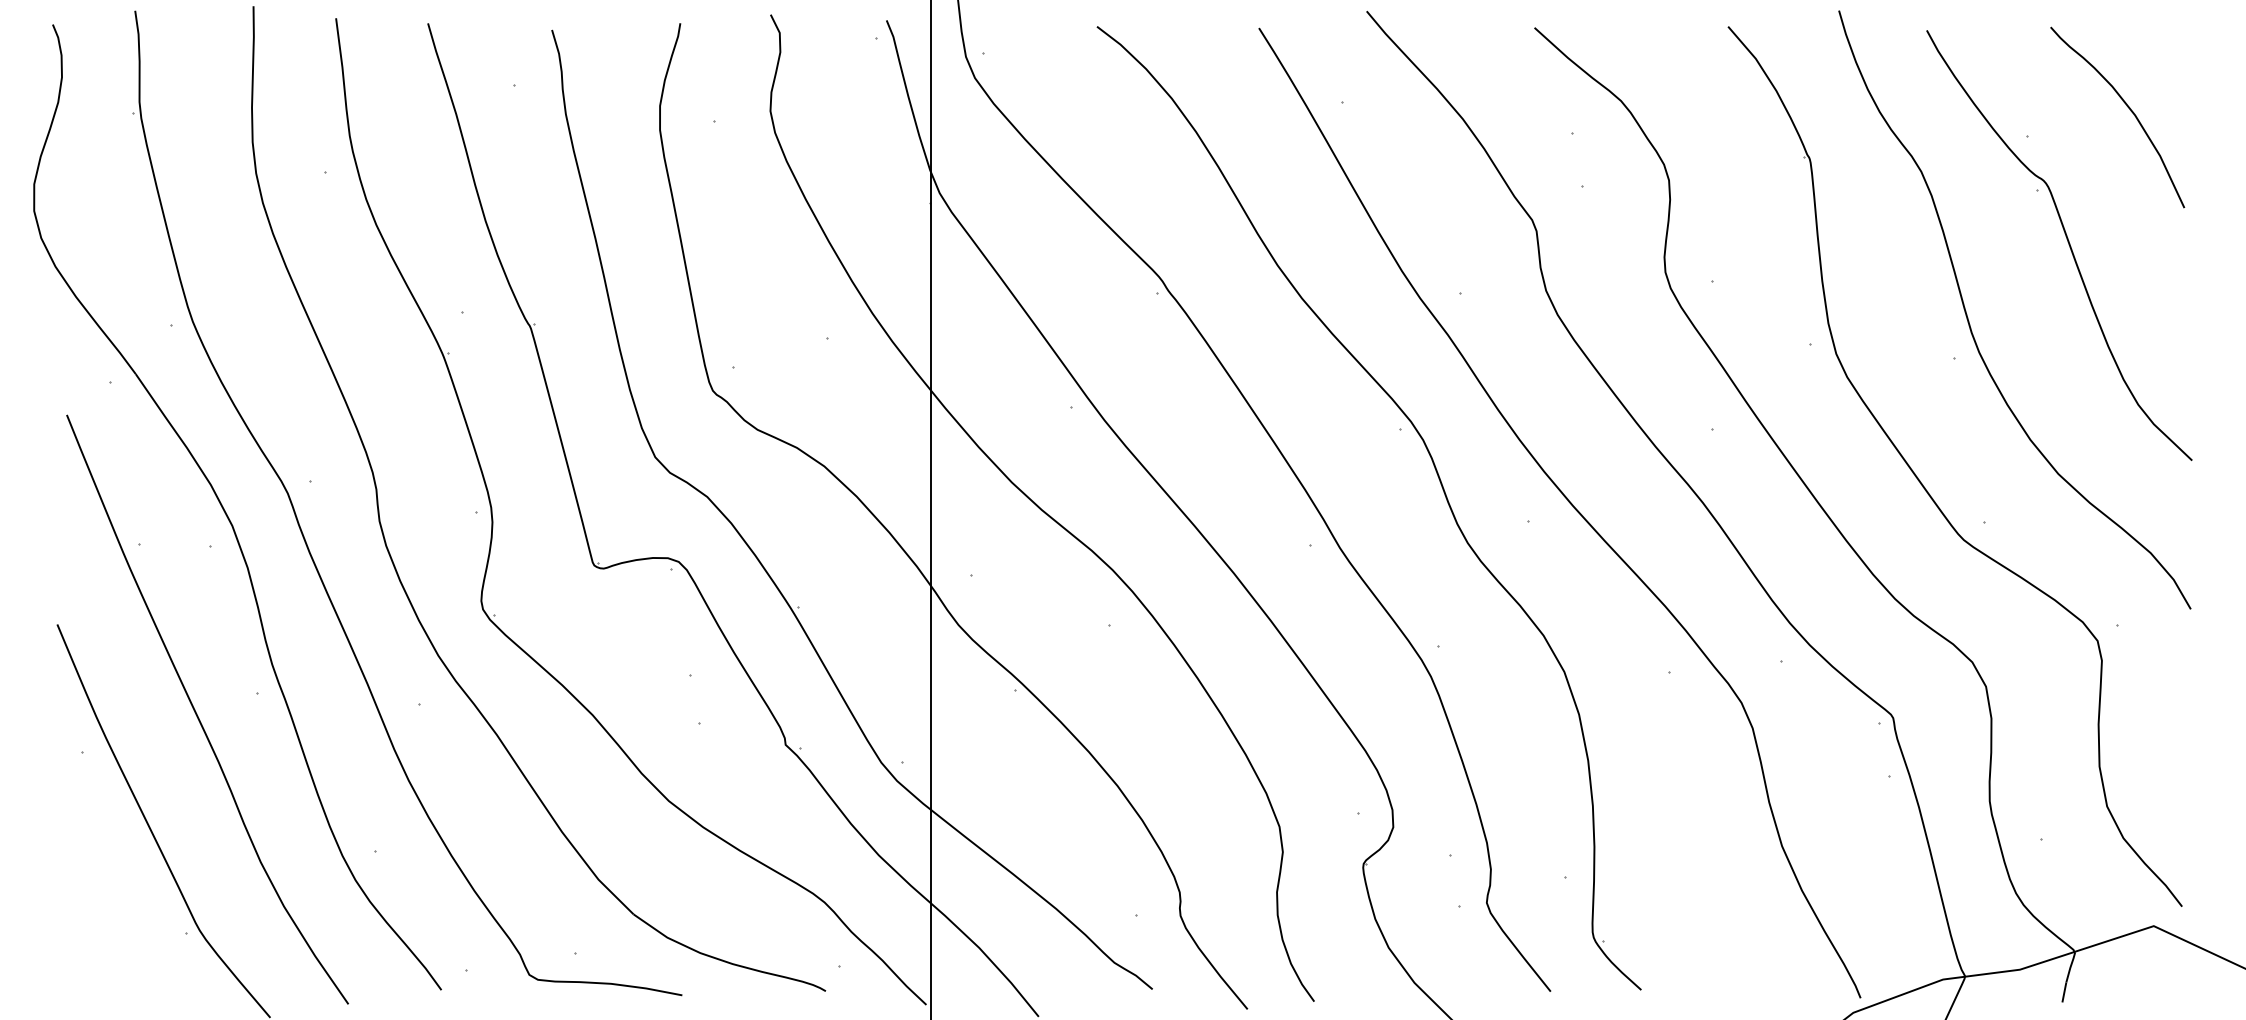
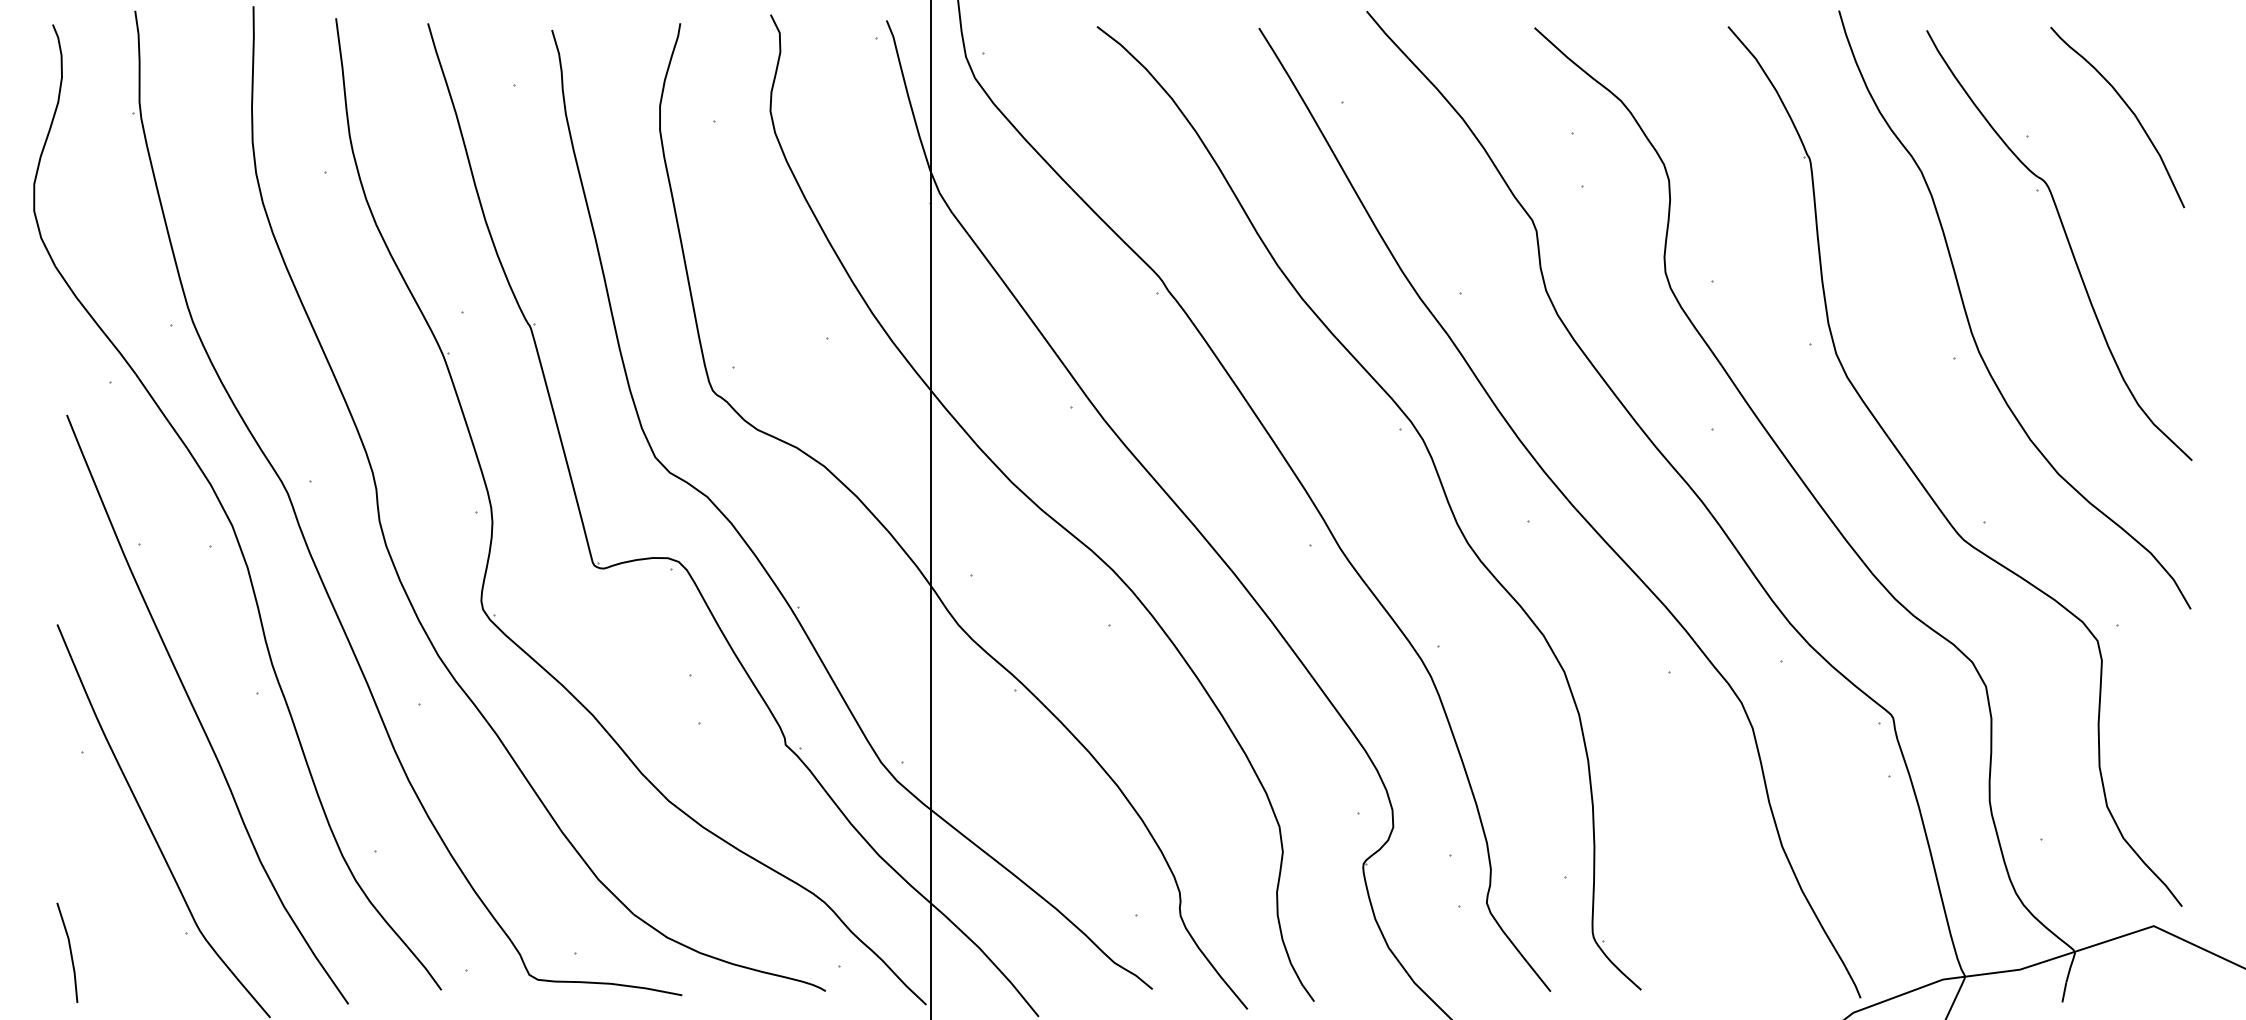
line at (69, 950): none -> present
